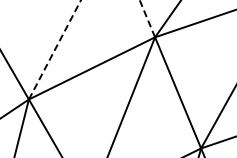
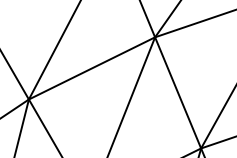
line at (147, 18): dashed -> solid
line at (54, 49): dashed -> solid
